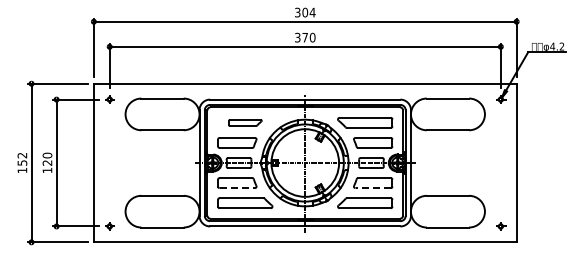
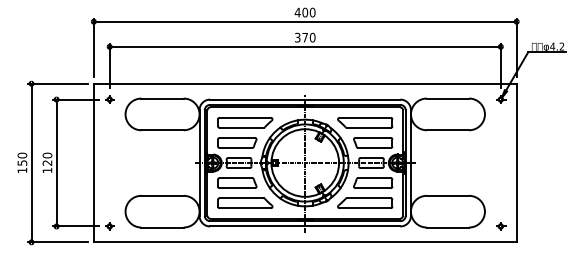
text at (304, 12): 304 -> 400
part at (245, 122) size: 35x8 px -> 57x12 px
text at (22, 155): 152 -> 150
line at (237, 188): dashed -> solid
line at (373, 188): dashed -> solid
